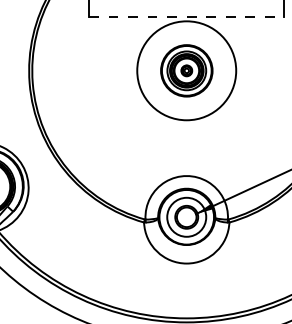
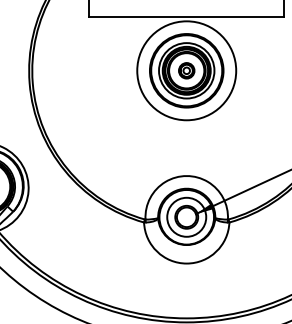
line at (186, 17): dashed -> solid
part at (186, 70) size: 54x54 px -> 76x76 px
